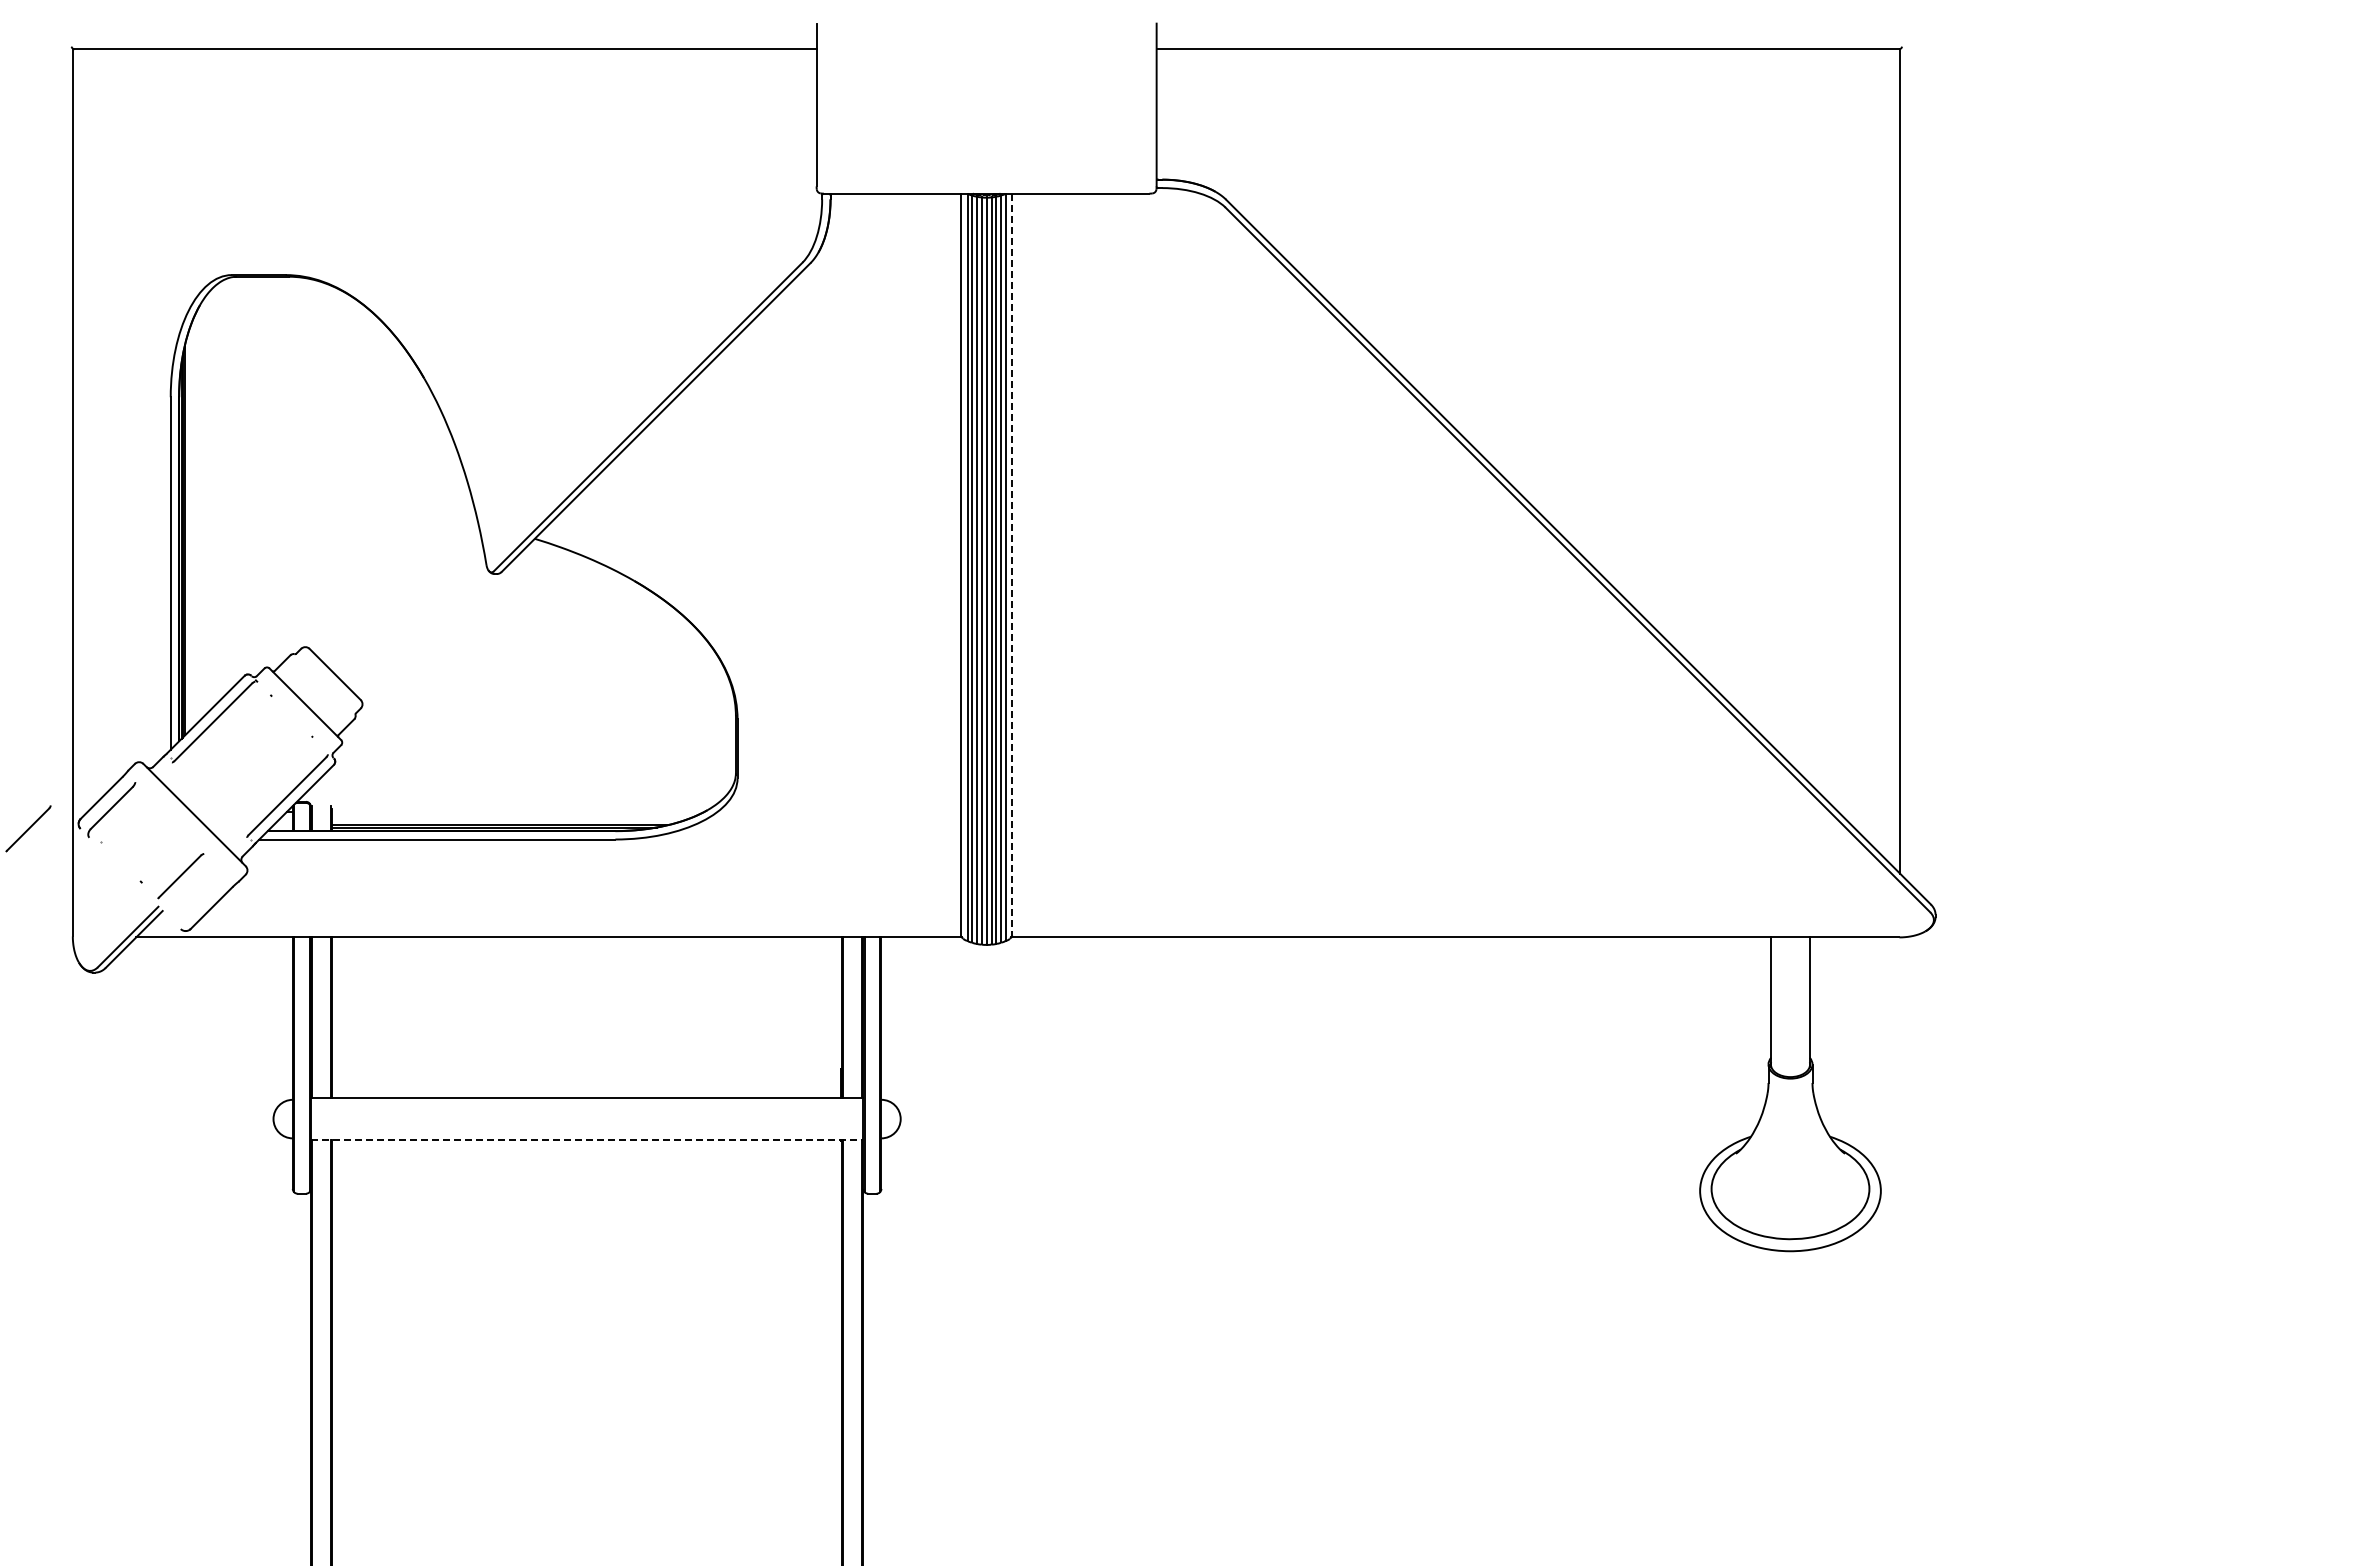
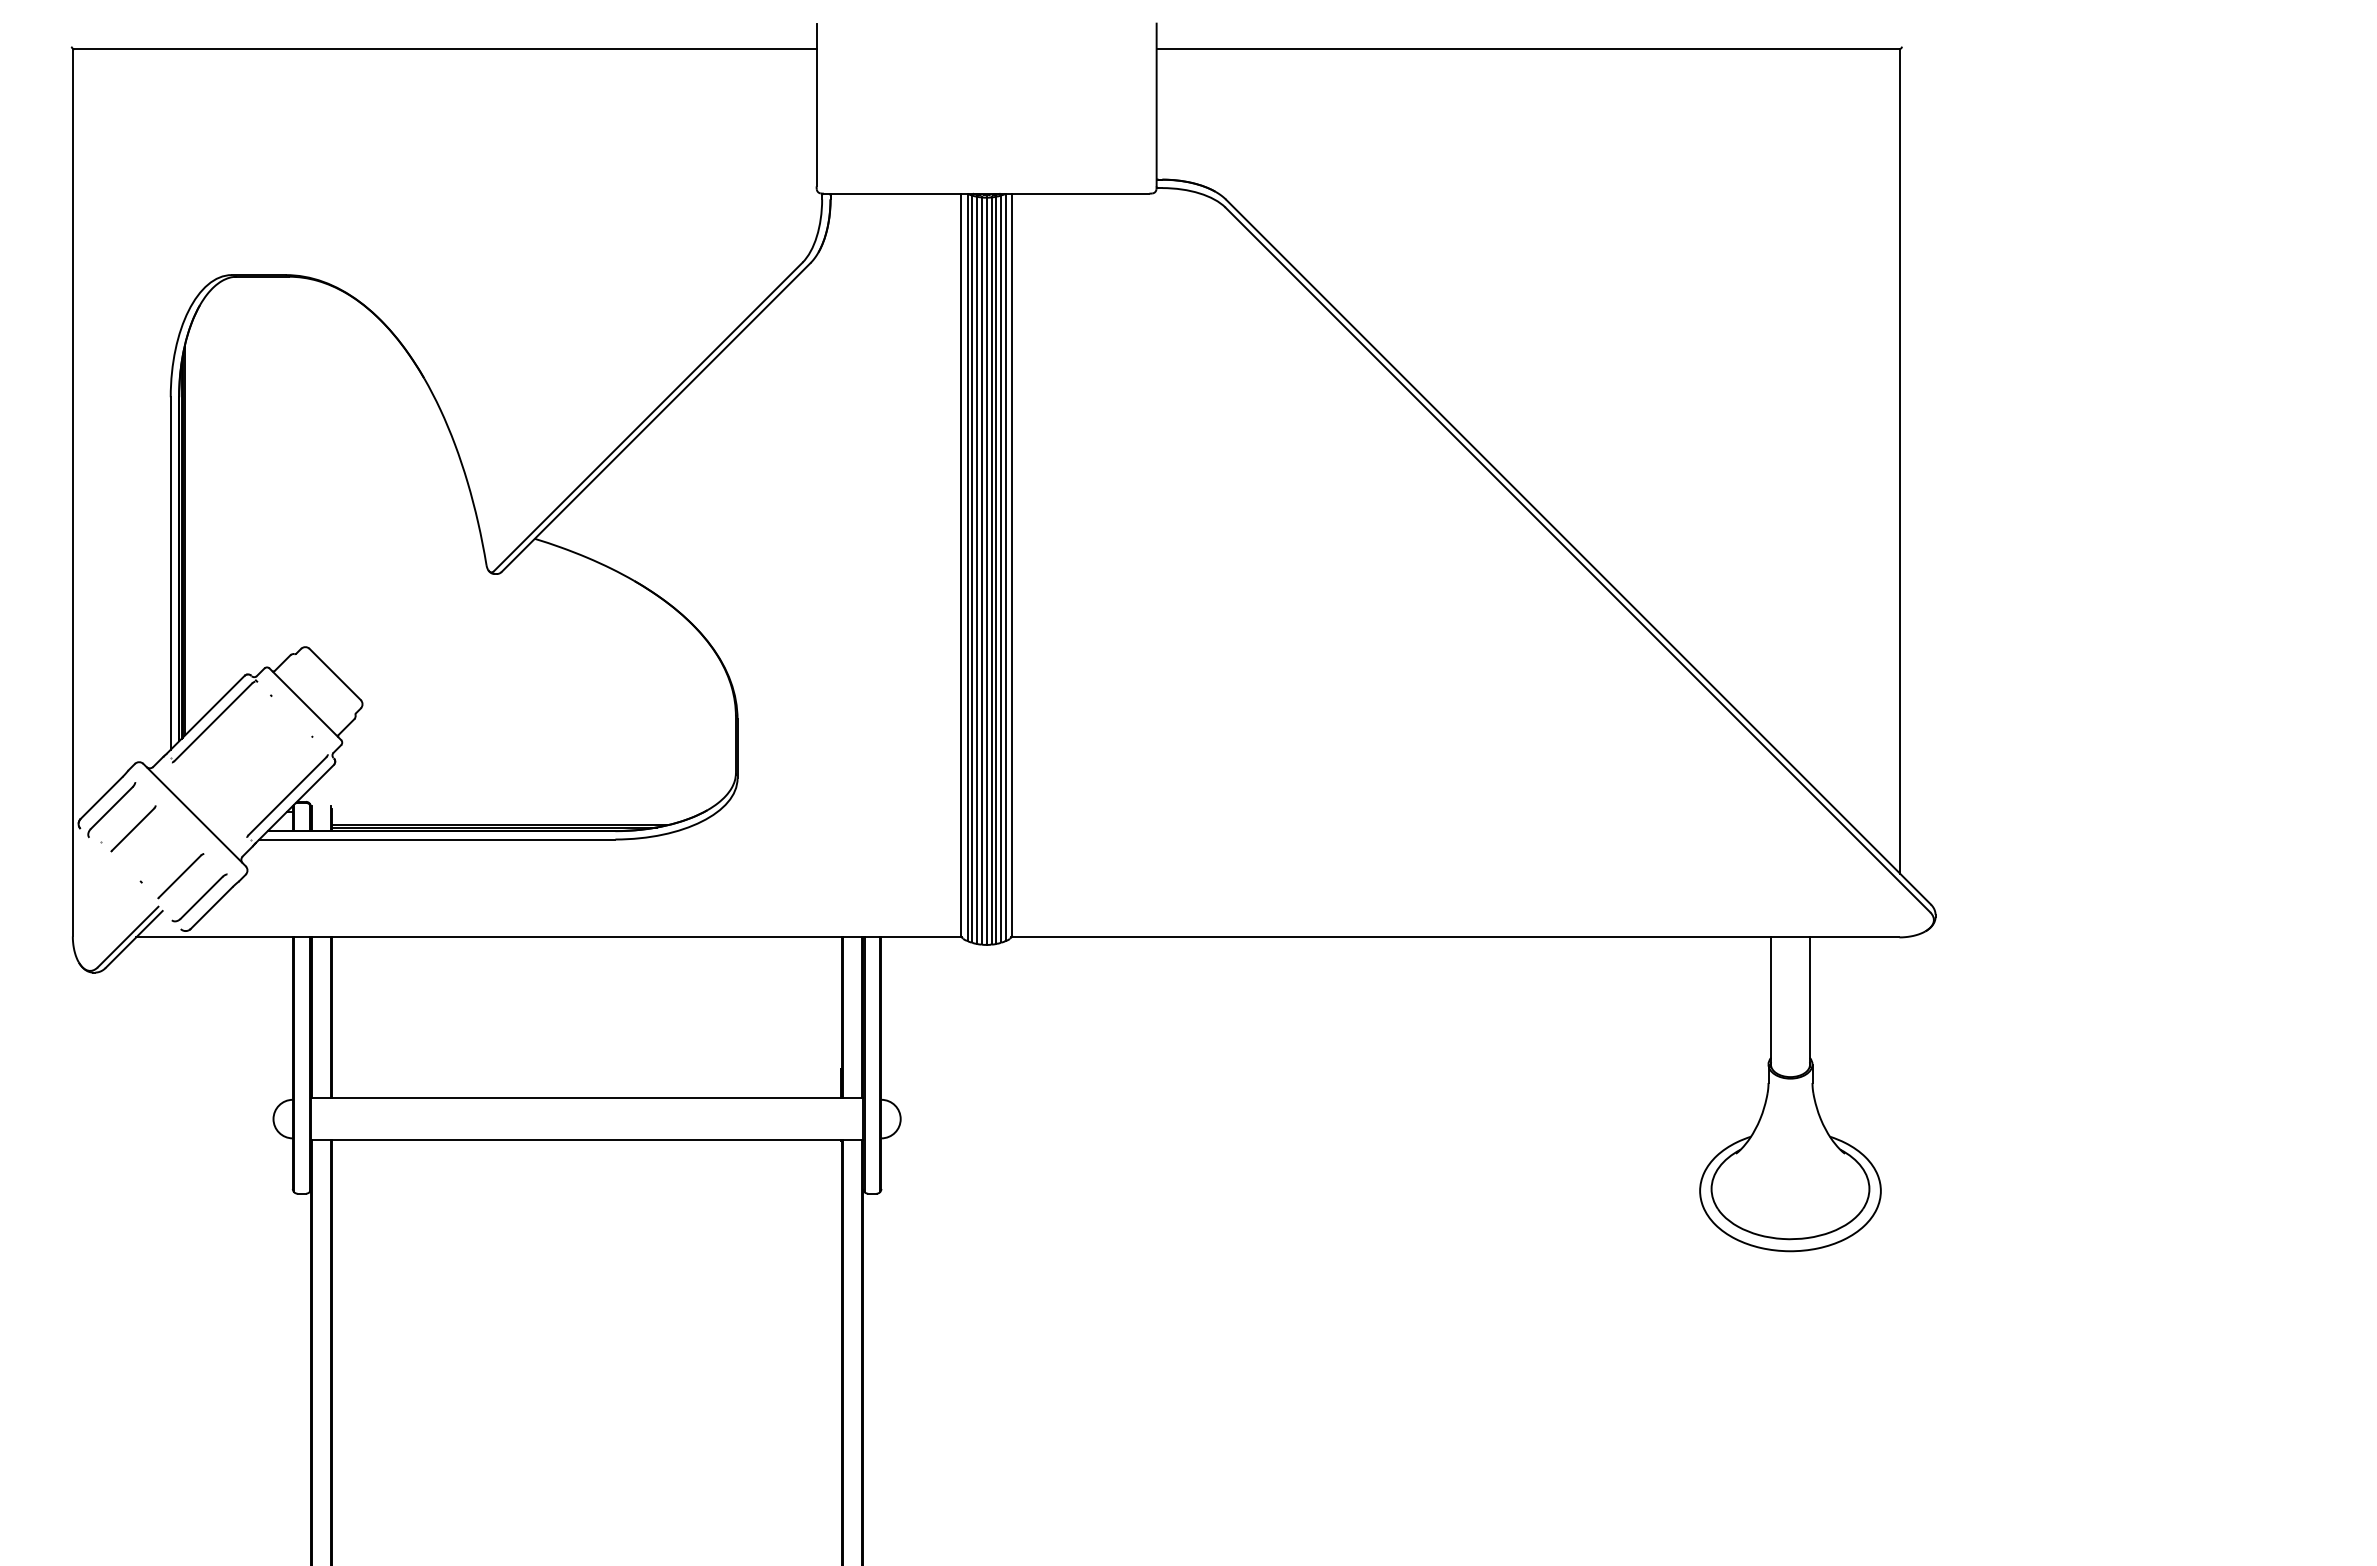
line at (1012, 565): dashed -> solid
line at (28, 828) position: (28, 828) -> (133, 828)
part at (199, 897): none -> present
line at (587, 1140): dashed -> solid
